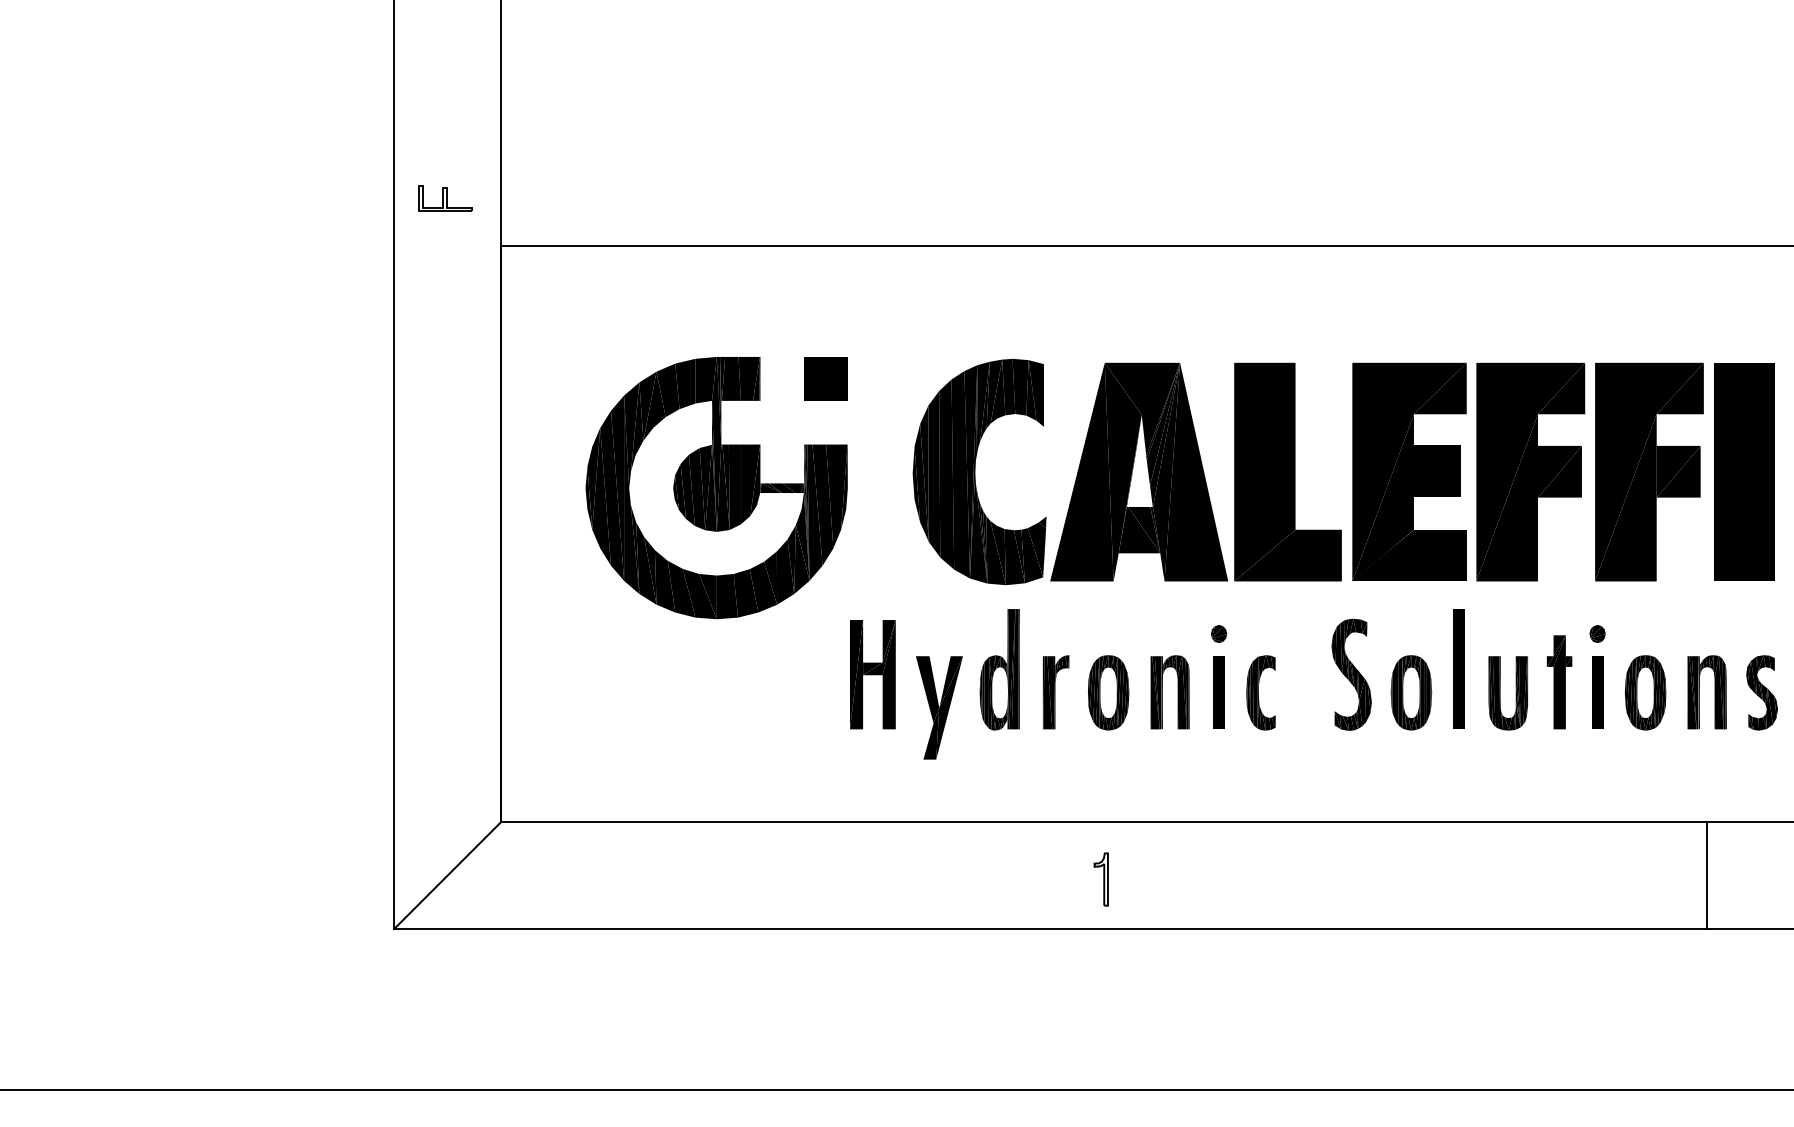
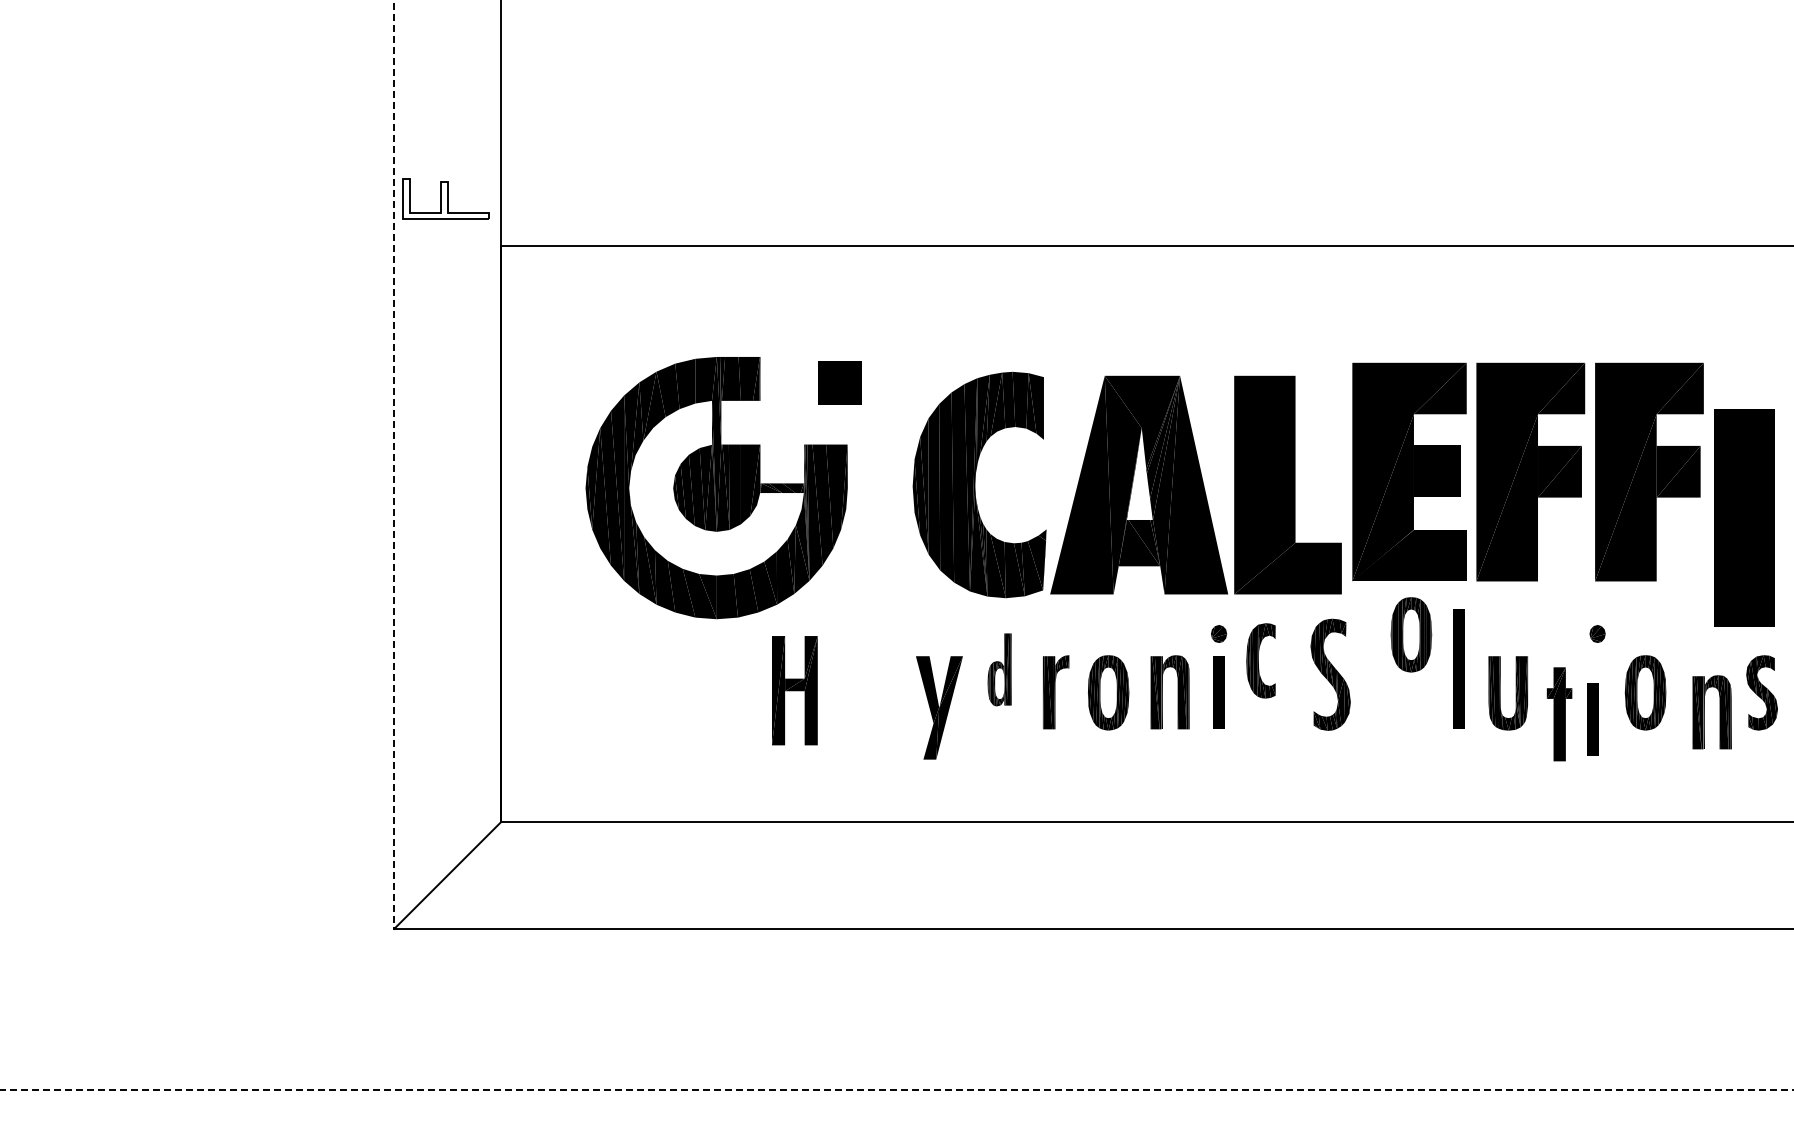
part at (445, 198) size: 55x27 px -> 88x42 px
part at (825, 378) position: (825, 378) -> (839, 382)
line at (394, 465): solid -> dashed
part at (1126, 471) position: (1126, 471) -> (1126, 484)
part at (1744, 471) position: (1744, 471) -> (1744, 517)
part at (999, 669) size: 41x122 px -> 25x74 px
part at (872, 674) position: (872, 674) -> (794, 690)
part at (1351, 674) position: (1351, 674) -> (1330, 674)
part at (1559, 682) position: (1559, 682) -> (1559, 714)
part at (1260, 692) position: (1260, 692) -> (1260, 660)
part at (1411, 692) position: (1411, 692) -> (1411, 634)
part at (1597, 692) position: (1597, 692) -> (1592, 719)
part at (1699, 692) position: (1699, 692) -> (1704, 712)
line at (1707, 874): present -> none
part at (1100, 879): present -> none
line at (897, 1089): solid -> dashed
